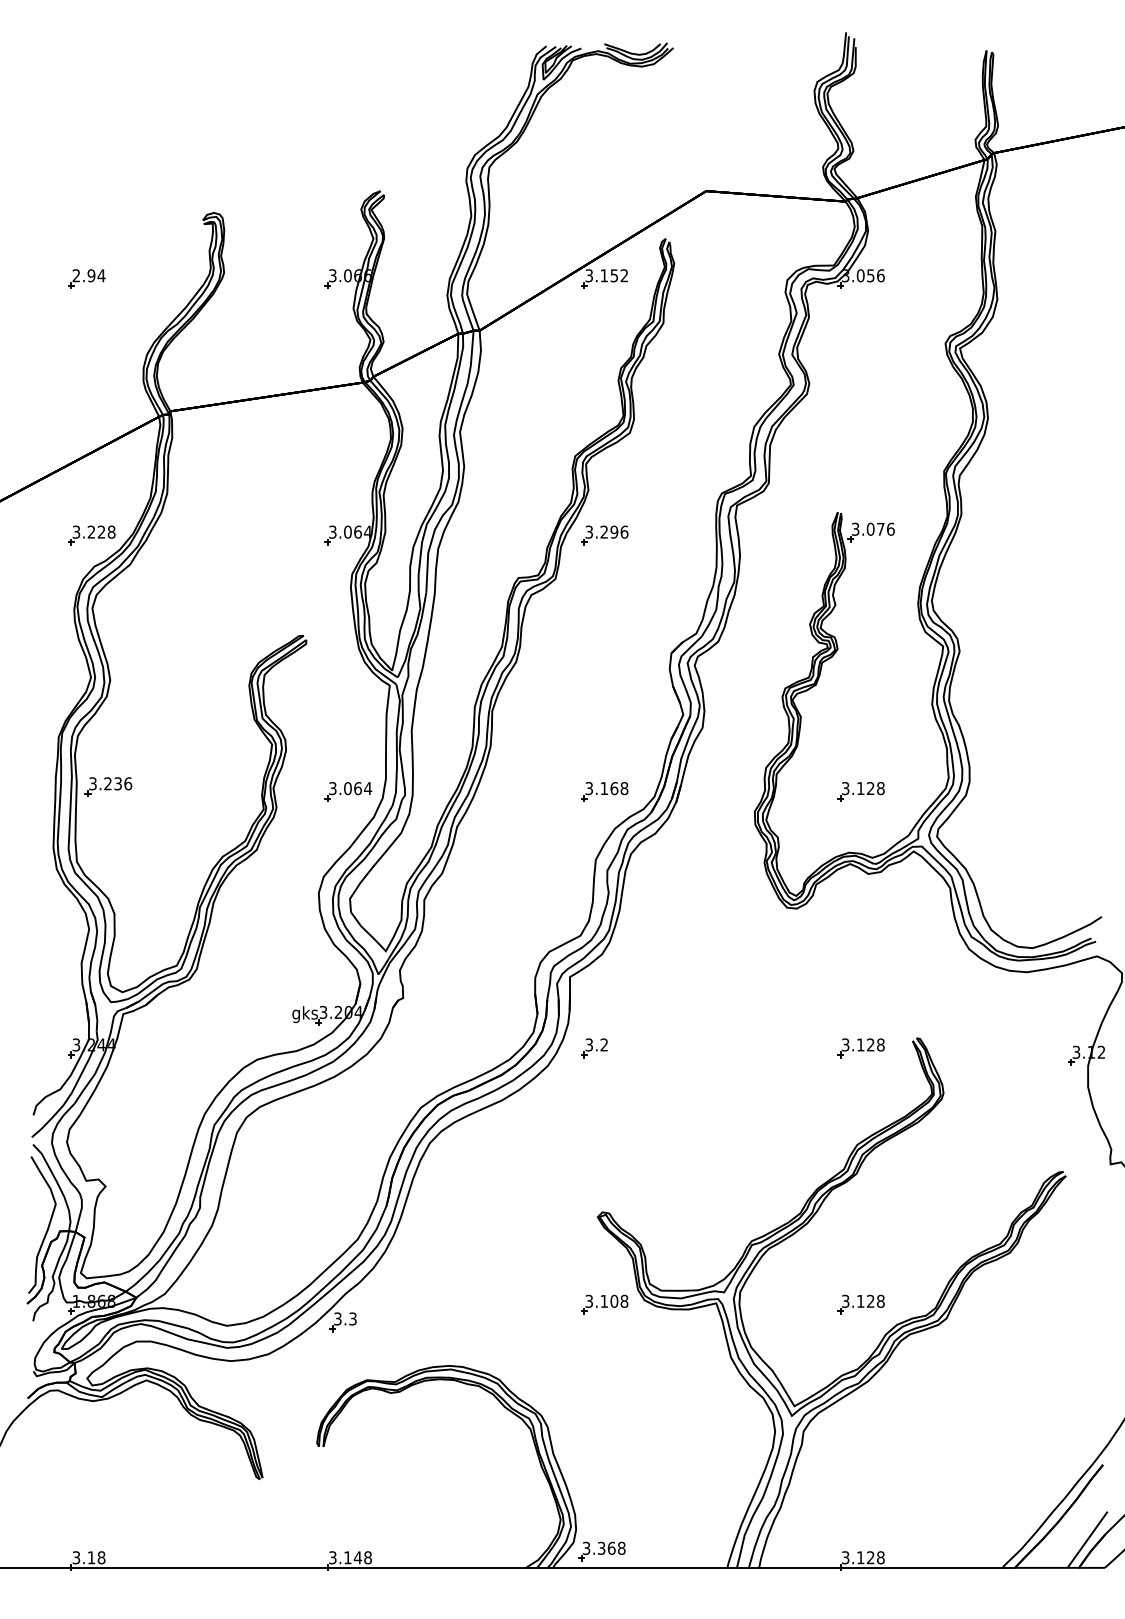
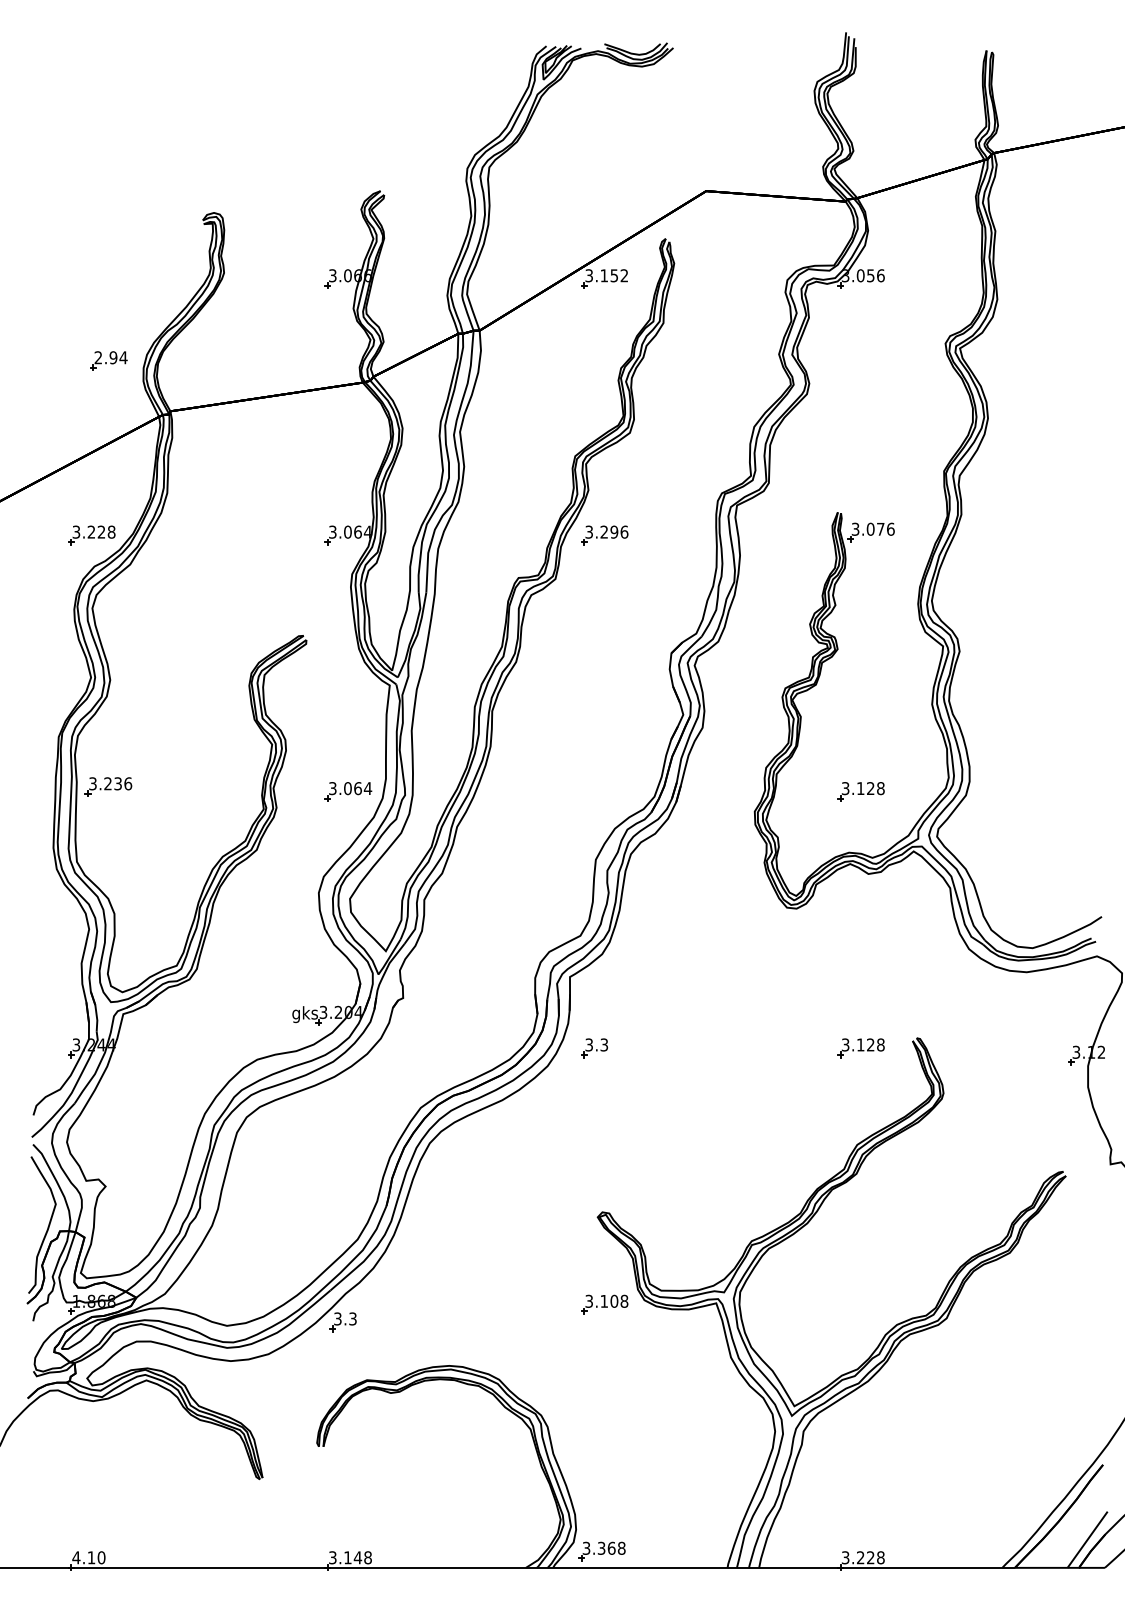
part at (86, 278) position: (86, 278) -> (108, 360)
part at (604, 791): present -> none
text at (604, 1044): 3.2 -> 3.3
part at (860, 1304): present -> none
text at (88, 1557): 3.18 -> 4.10
text at (860, 1557): 3.128 -> 3.228
